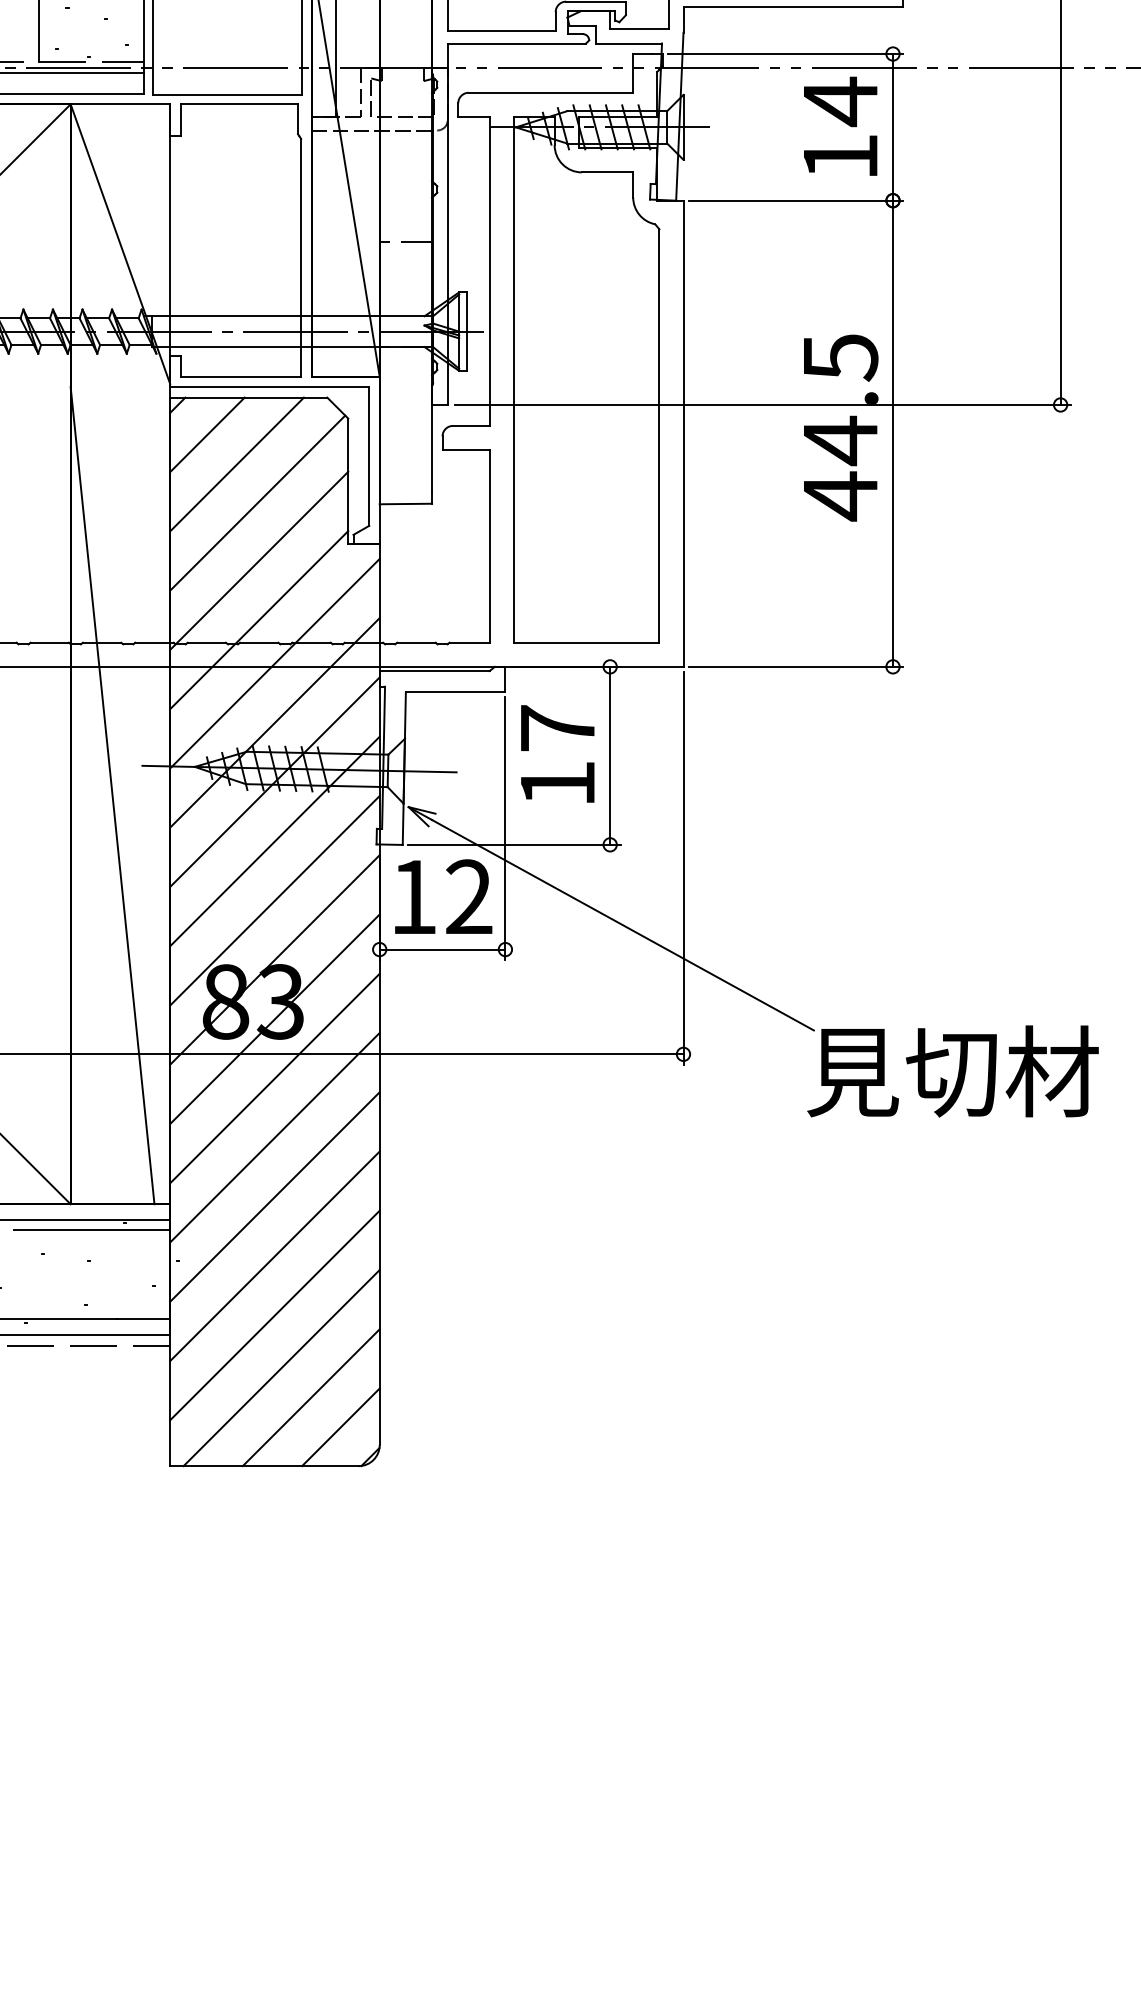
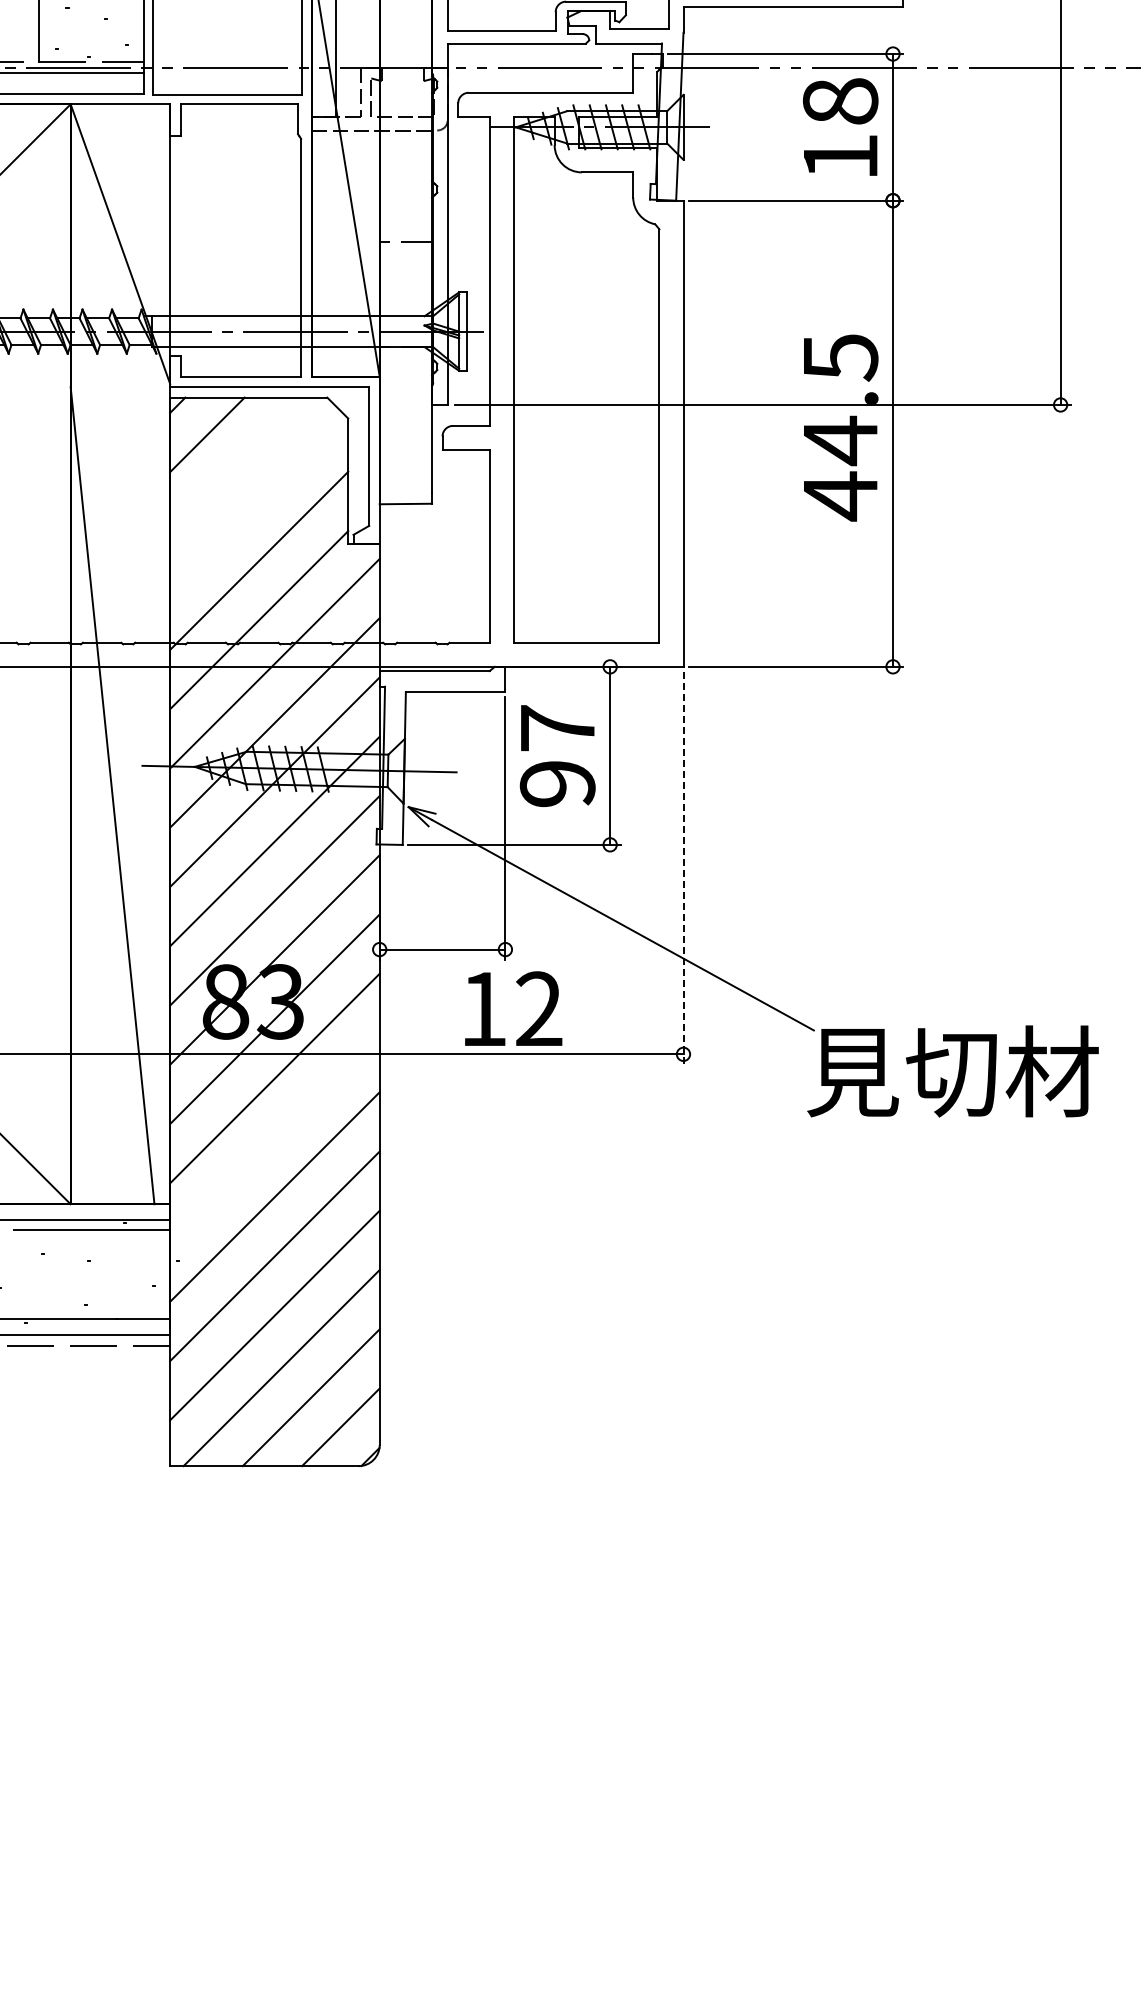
text at (840, 101): 14 -> 18
line at (236, 464): present -> none
line at (257, 502): present -> none
text at (557, 784): 17 -> 97
line at (683, 868): solid -> dashed
text at (443, 896) position: (443, 896) -> (513, 1008)
line at (274, 1137): present -> none
